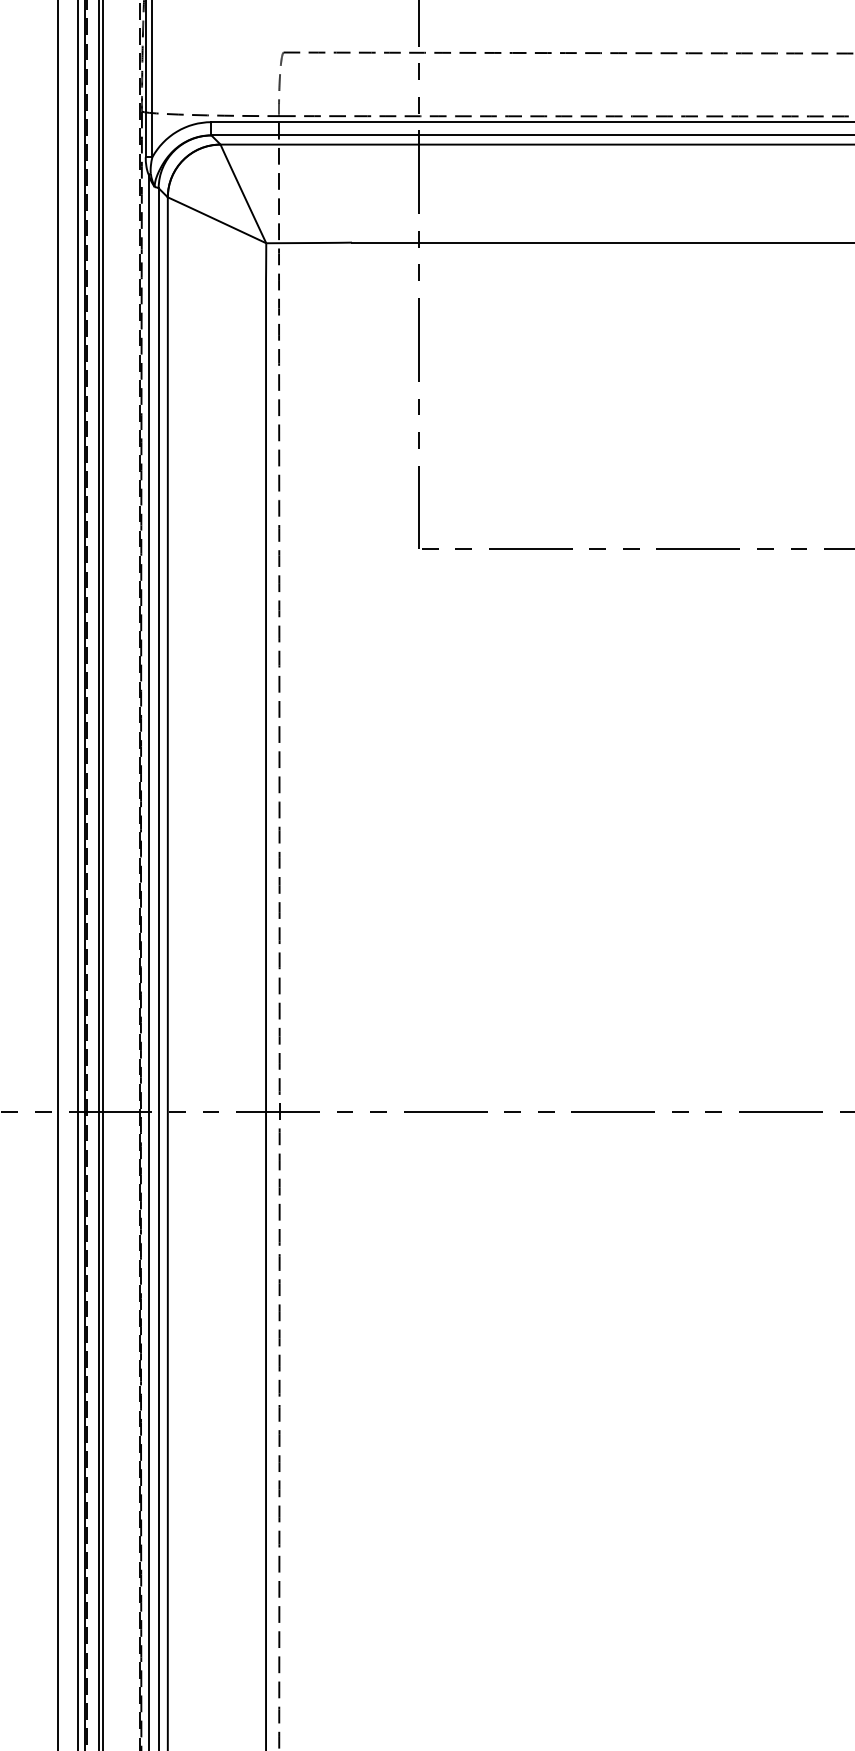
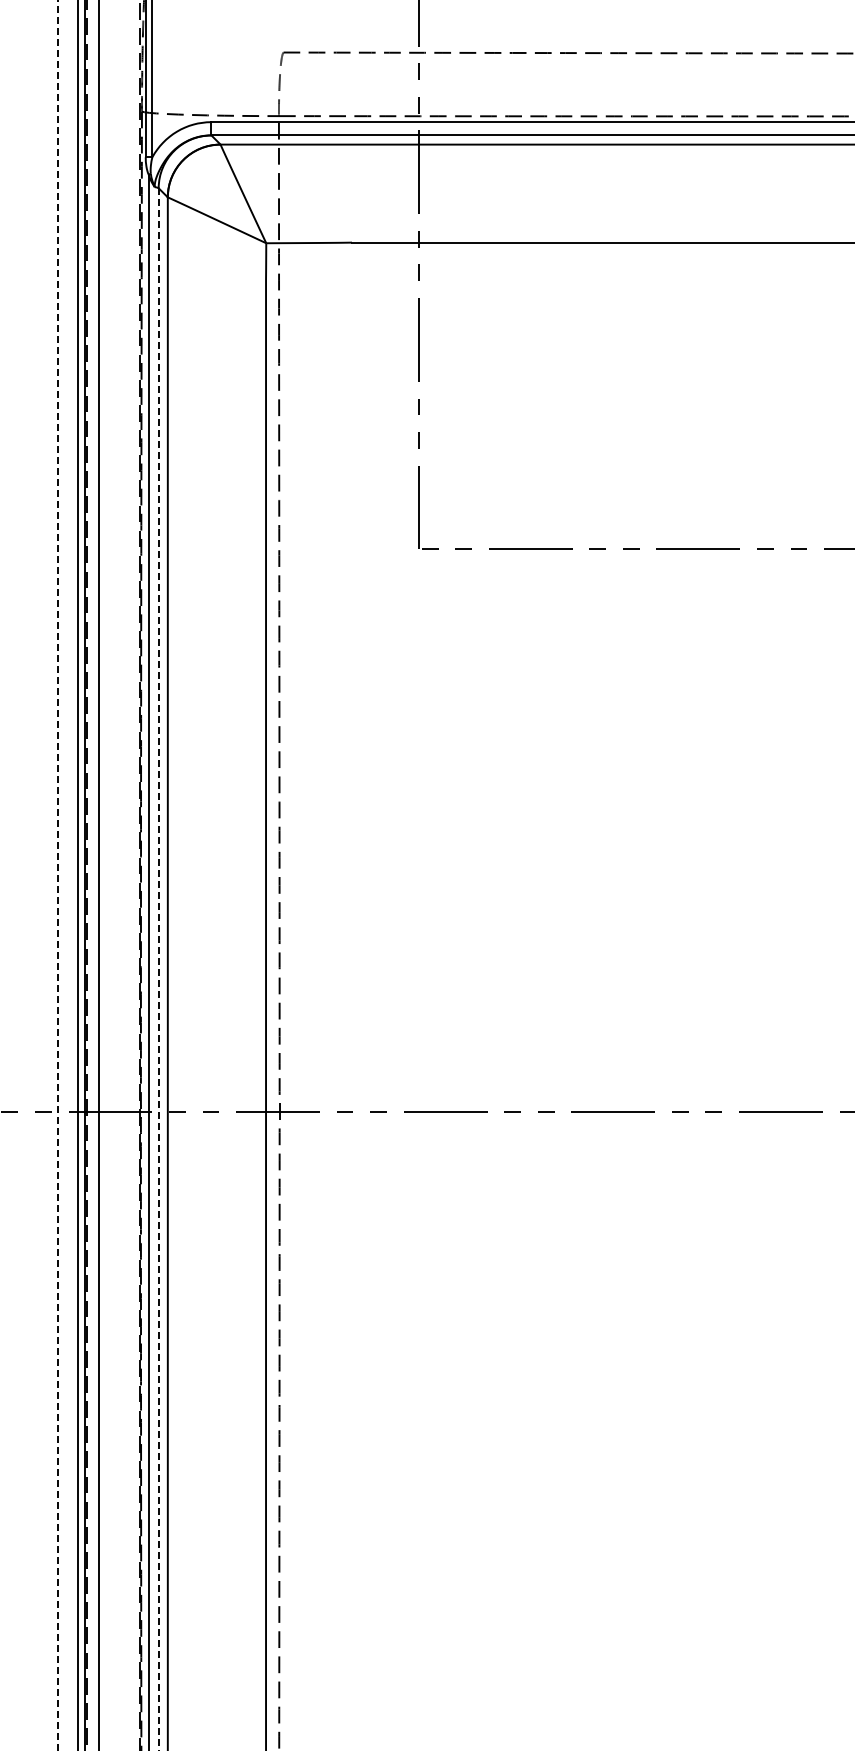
line at (102, 874): present -> none
line at (57, 875): solid -> dashed
line at (158, 969): solid -> dashed
